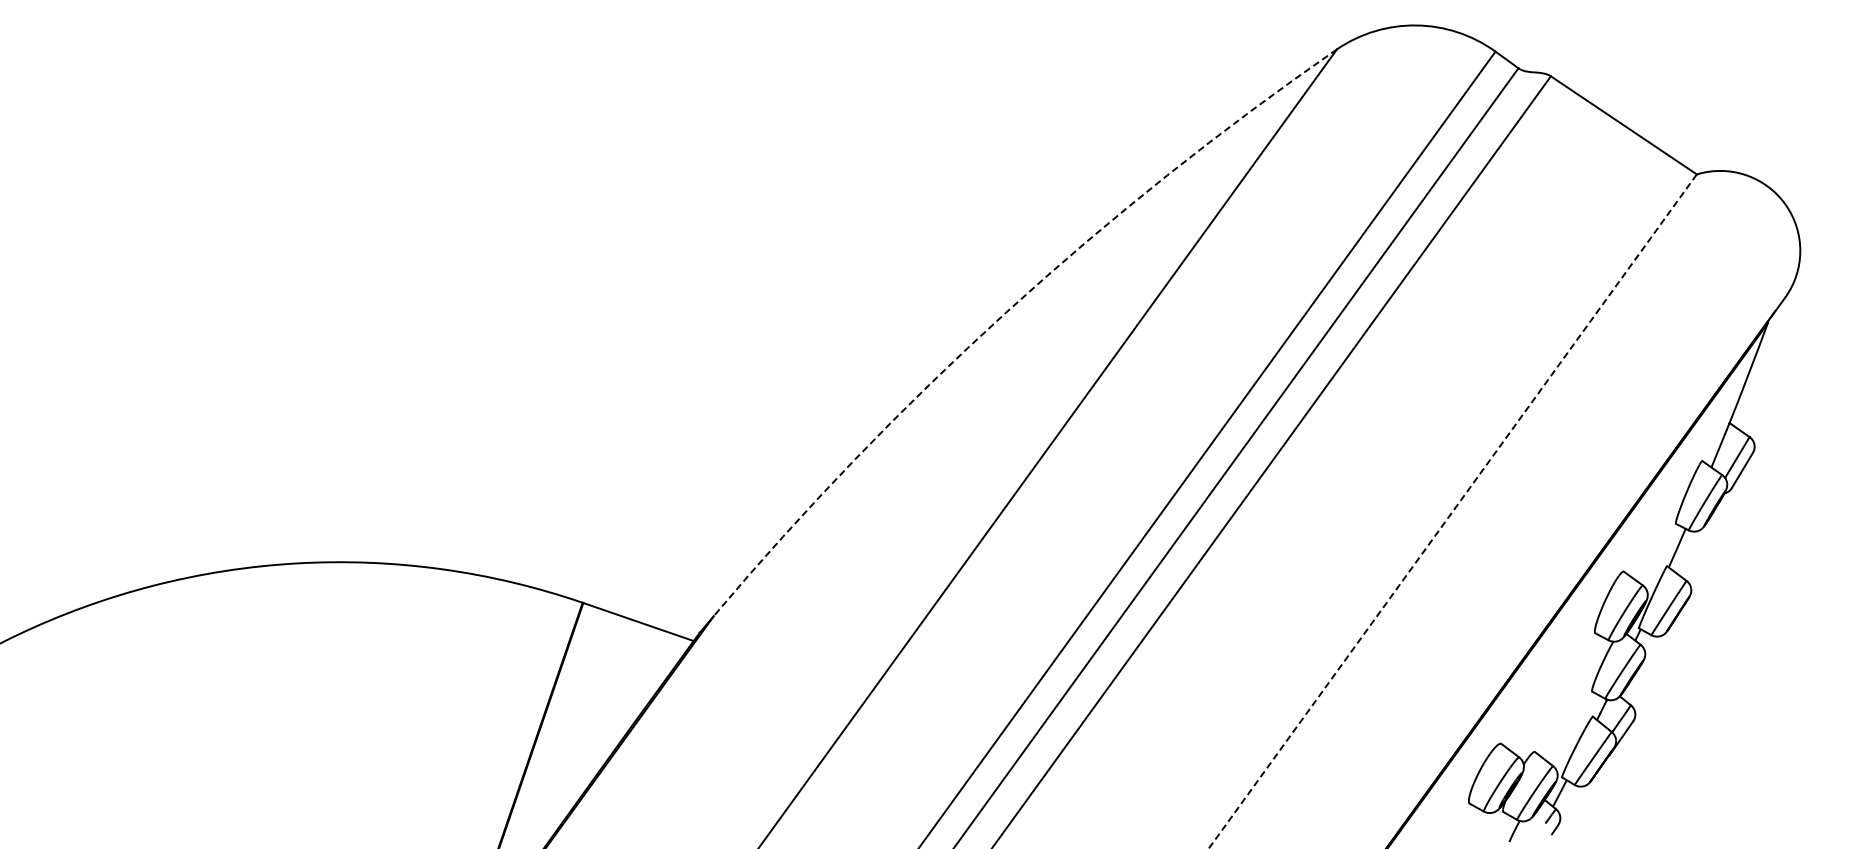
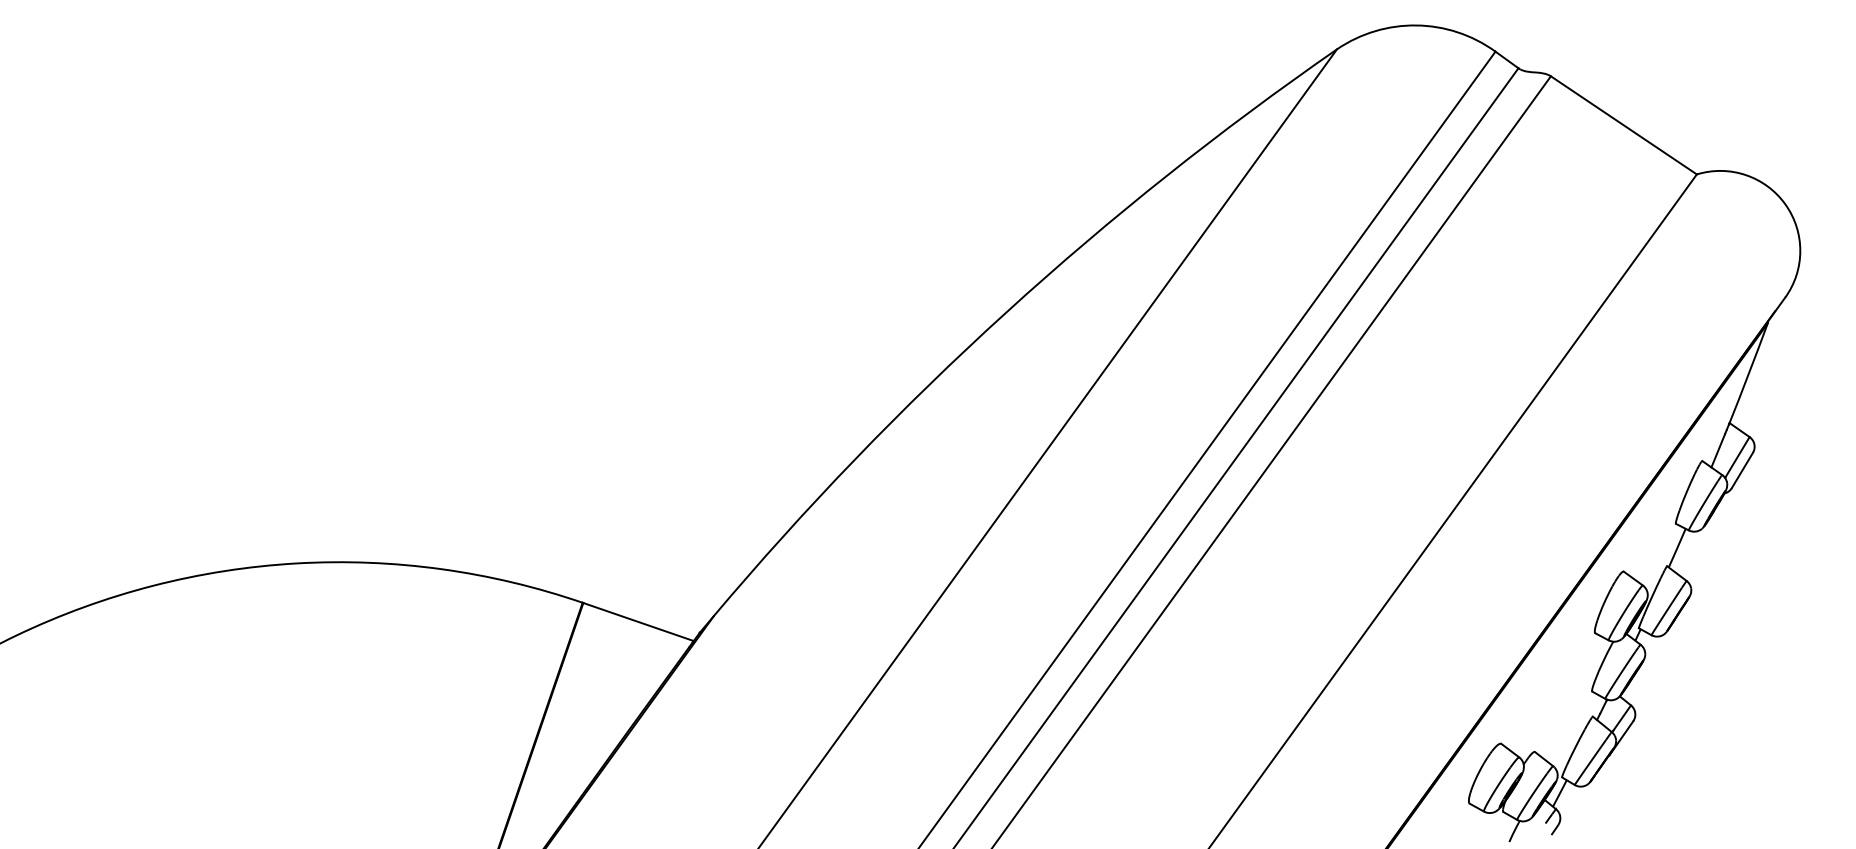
arc at (1006, 312): dashed -> solid
line at (1452, 511): dashed -> solid
